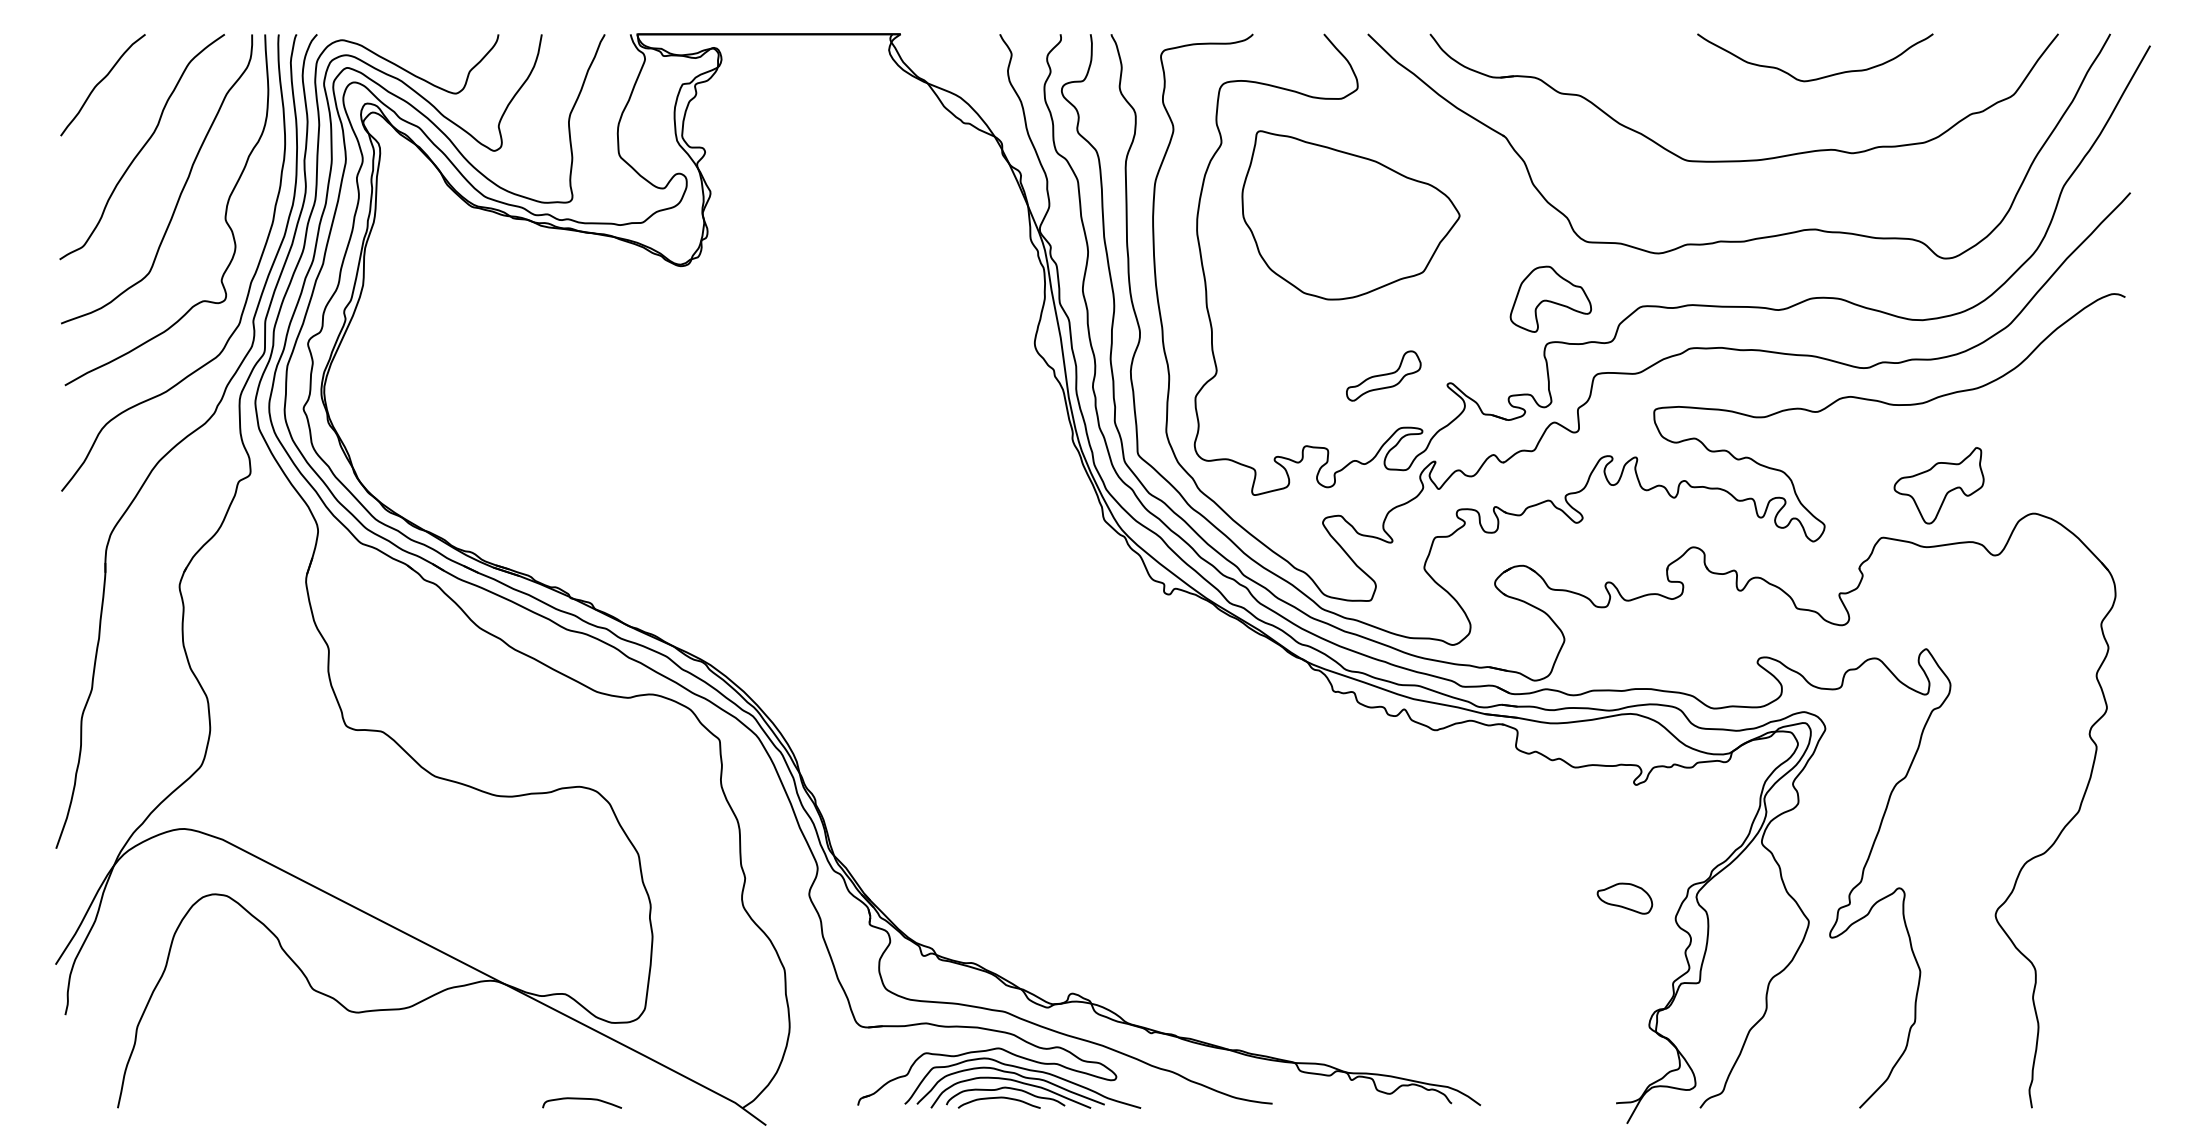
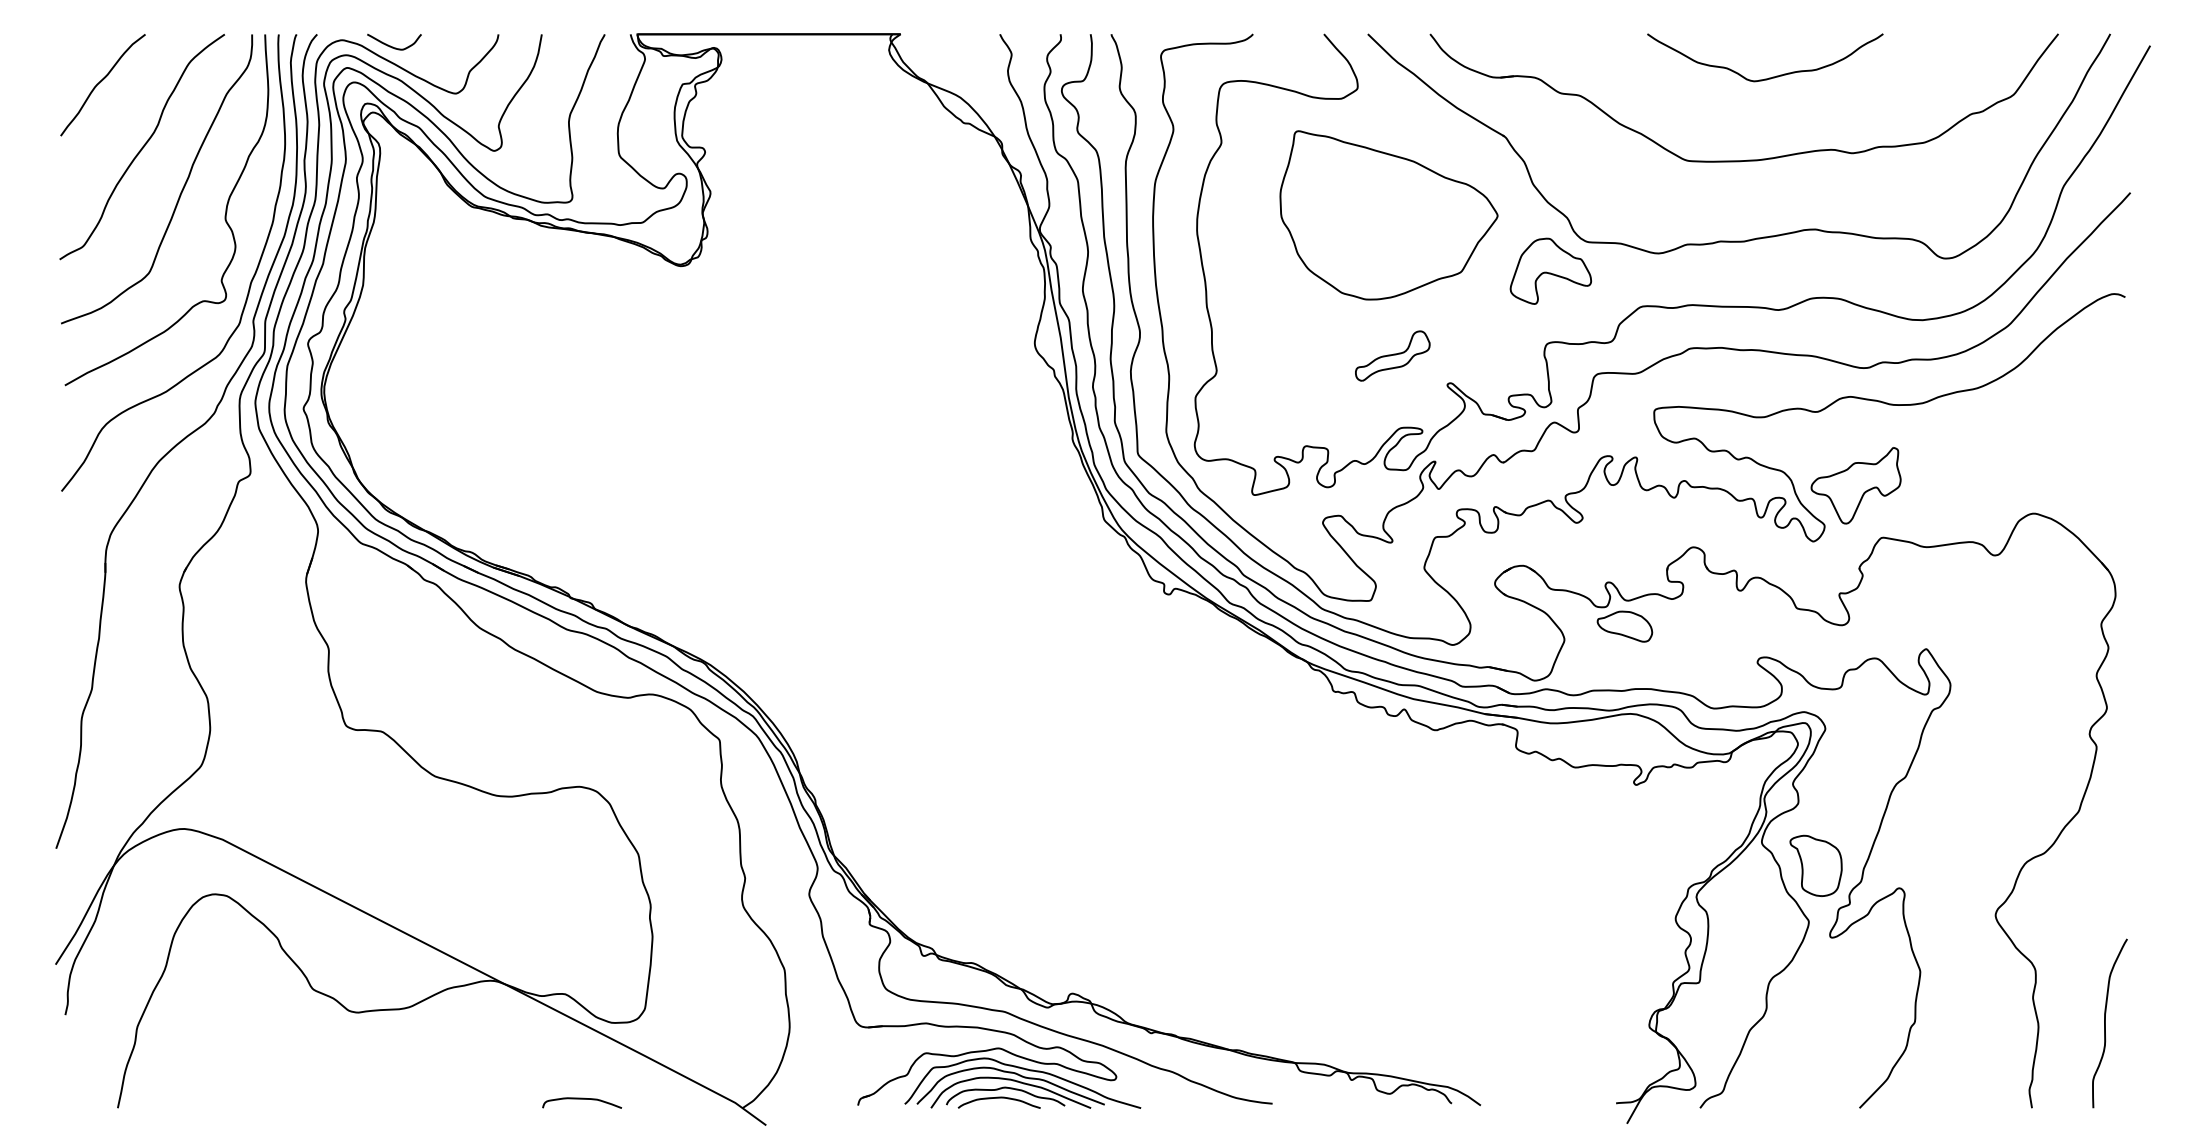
curve at (393, 46): none -> present
curve at (1822, 76) position: (1822, 76) -> (1772, 76)
part at (1350, 215) position: (1350, 215) -> (1388, 215)
part at (1550, 298) position: (1550, 298) -> (1550, 270)
part at (1383, 375) position: (1383, 375) -> (1392, 355)
part at (1938, 485) position: (1938, 485) -> (1855, 485)
part at (1815, 865): none -> present
part at (1624, 898) position: (1624, 898) -> (1624, 626)
curve at (2105, 1023): none -> present
